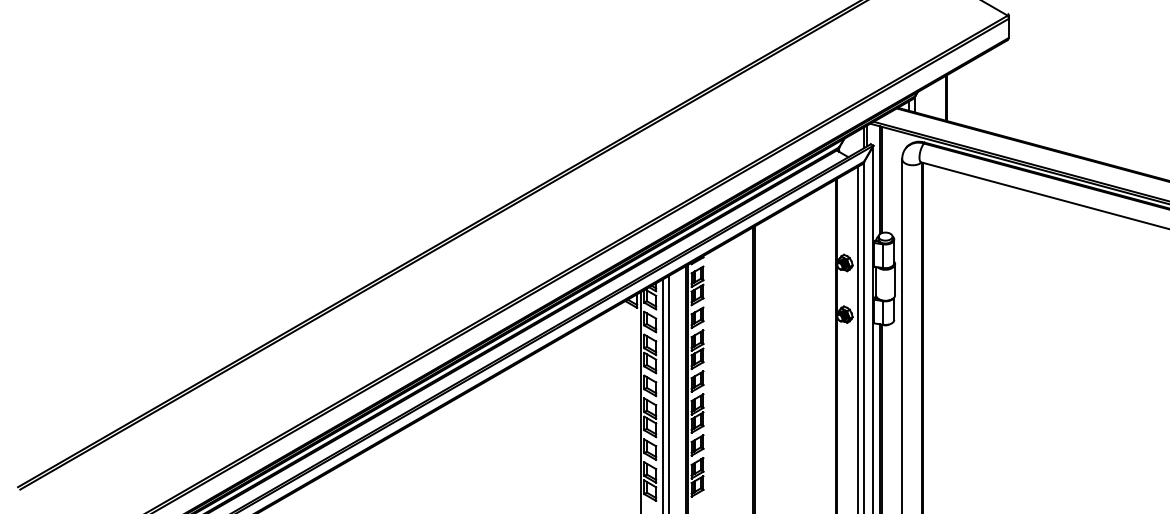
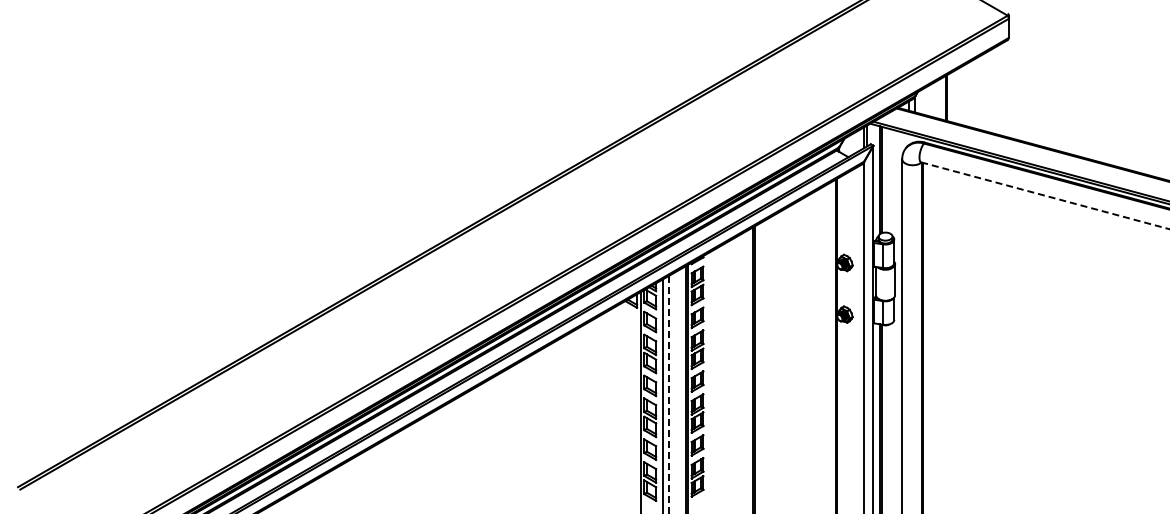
line at (1045, 195): solid -> dashed
line at (857, 338): present -> none
line at (669, 394): solid -> dashed
